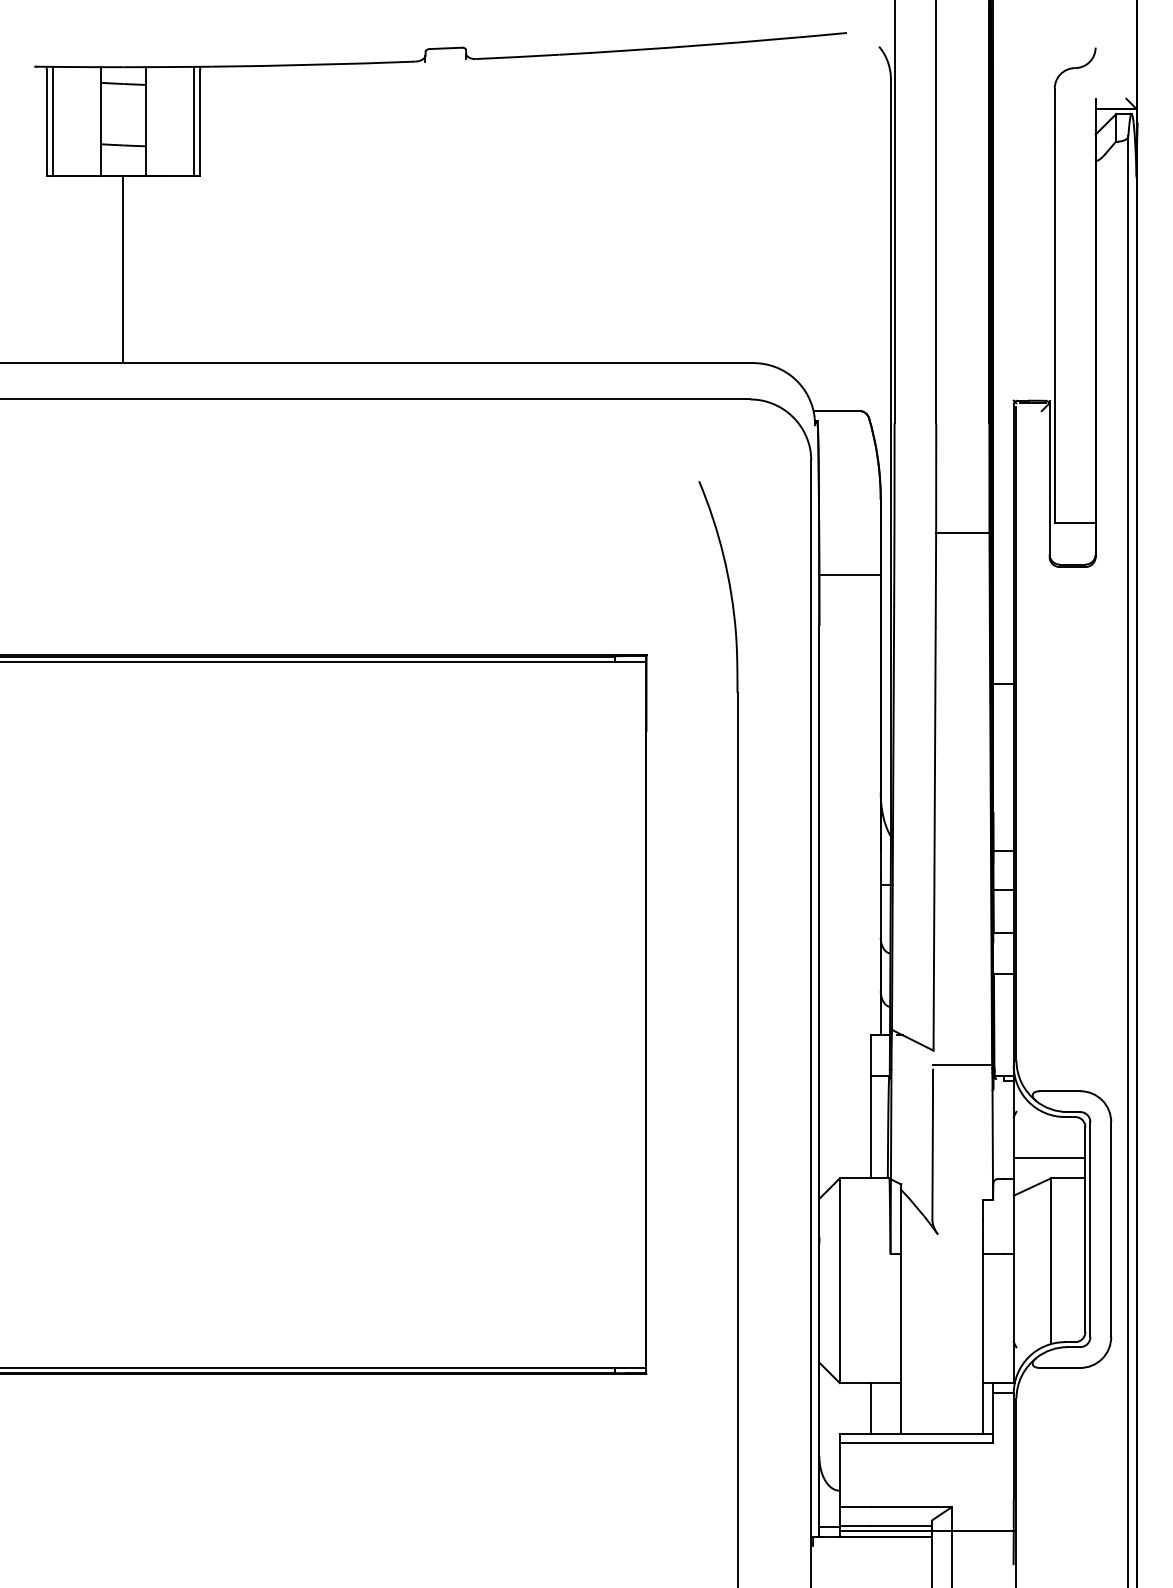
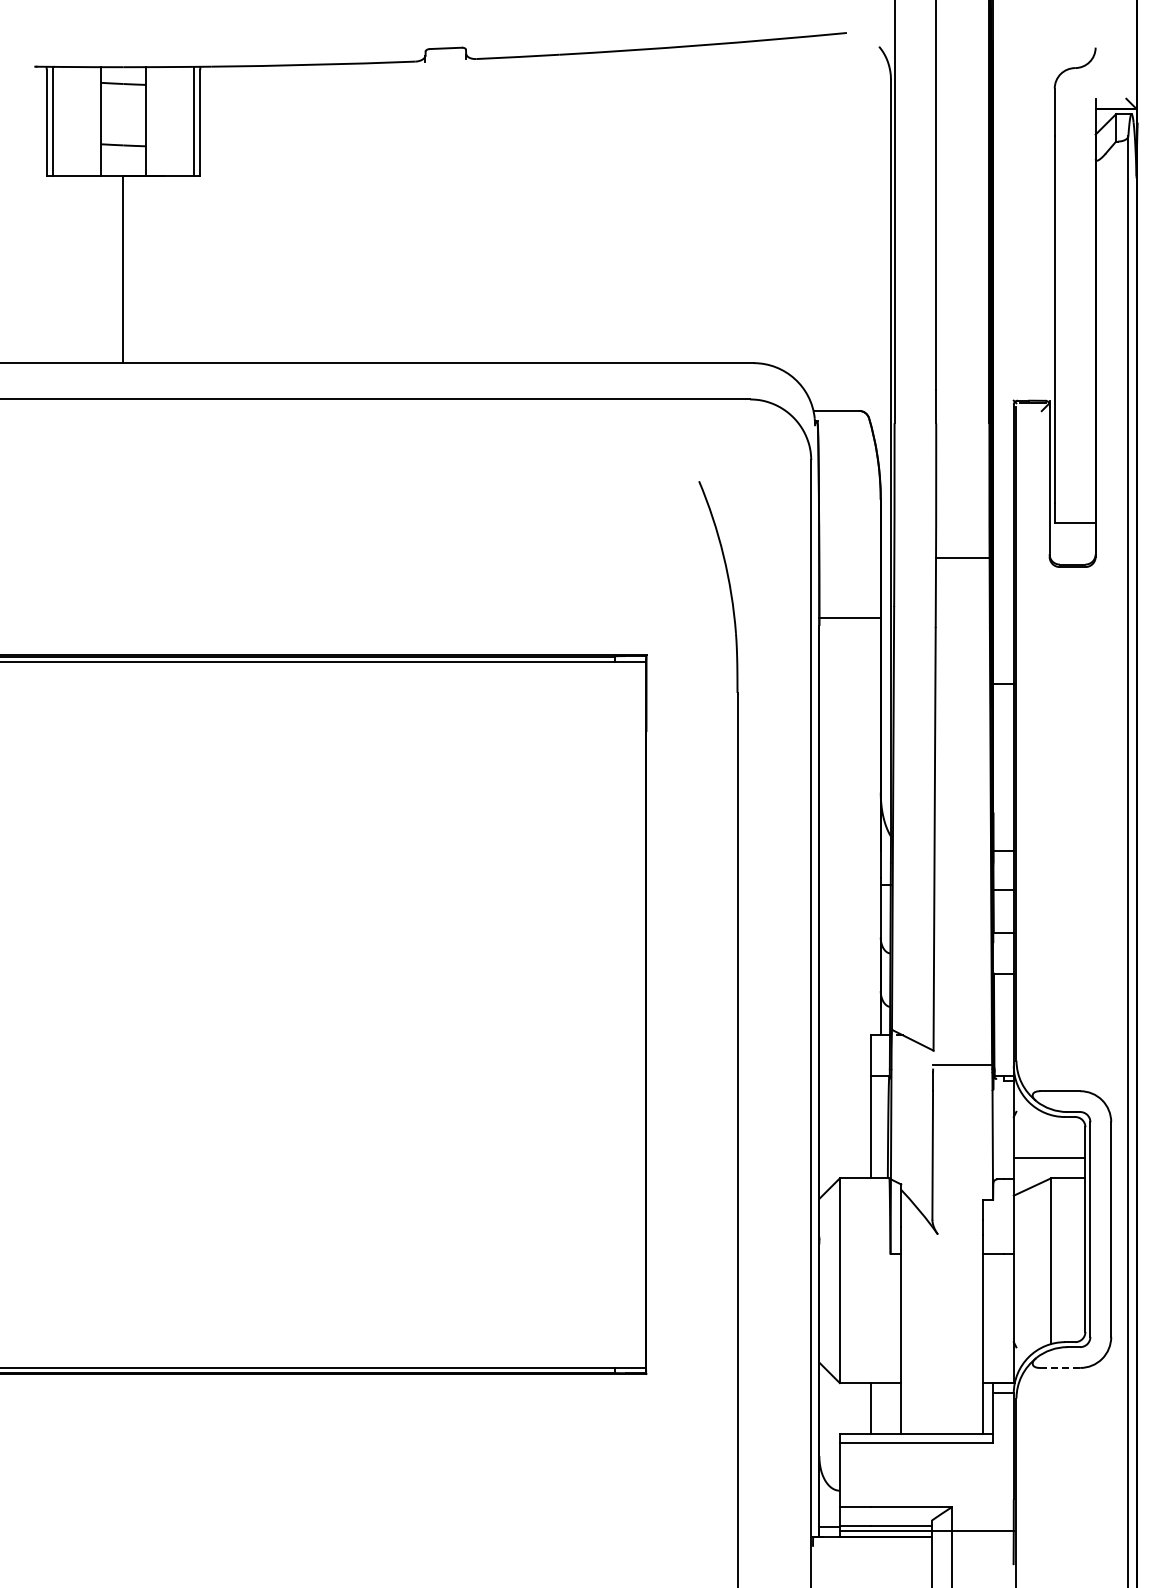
line at (962, 533) position: (962, 533) -> (962, 558)
line at (849, 574) position: (849, 574) -> (849, 617)
line at (1060, 1367): solid -> dashed
